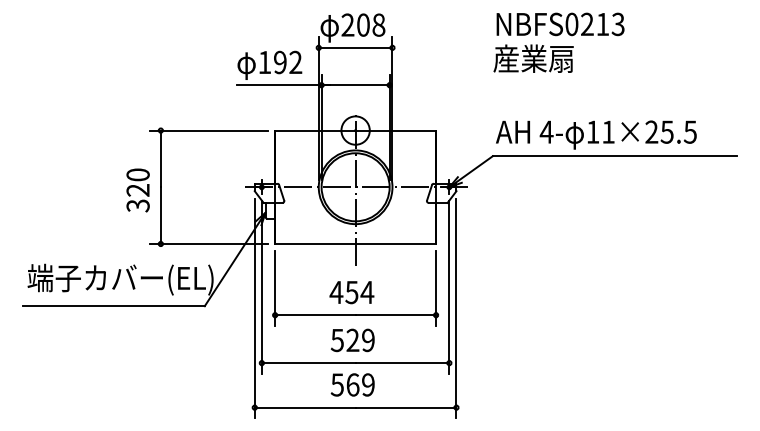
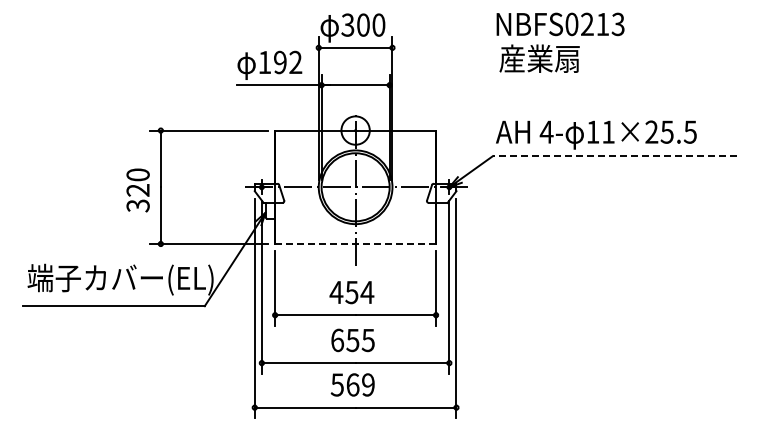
text at (363, 25): 208 -> 300
text at (533, 58) position: (533, 58) -> (539, 58)
line at (614, 156): solid -> dashed
line at (355, 244): solid -> dashed
text at (352, 340): 529 -> 655
